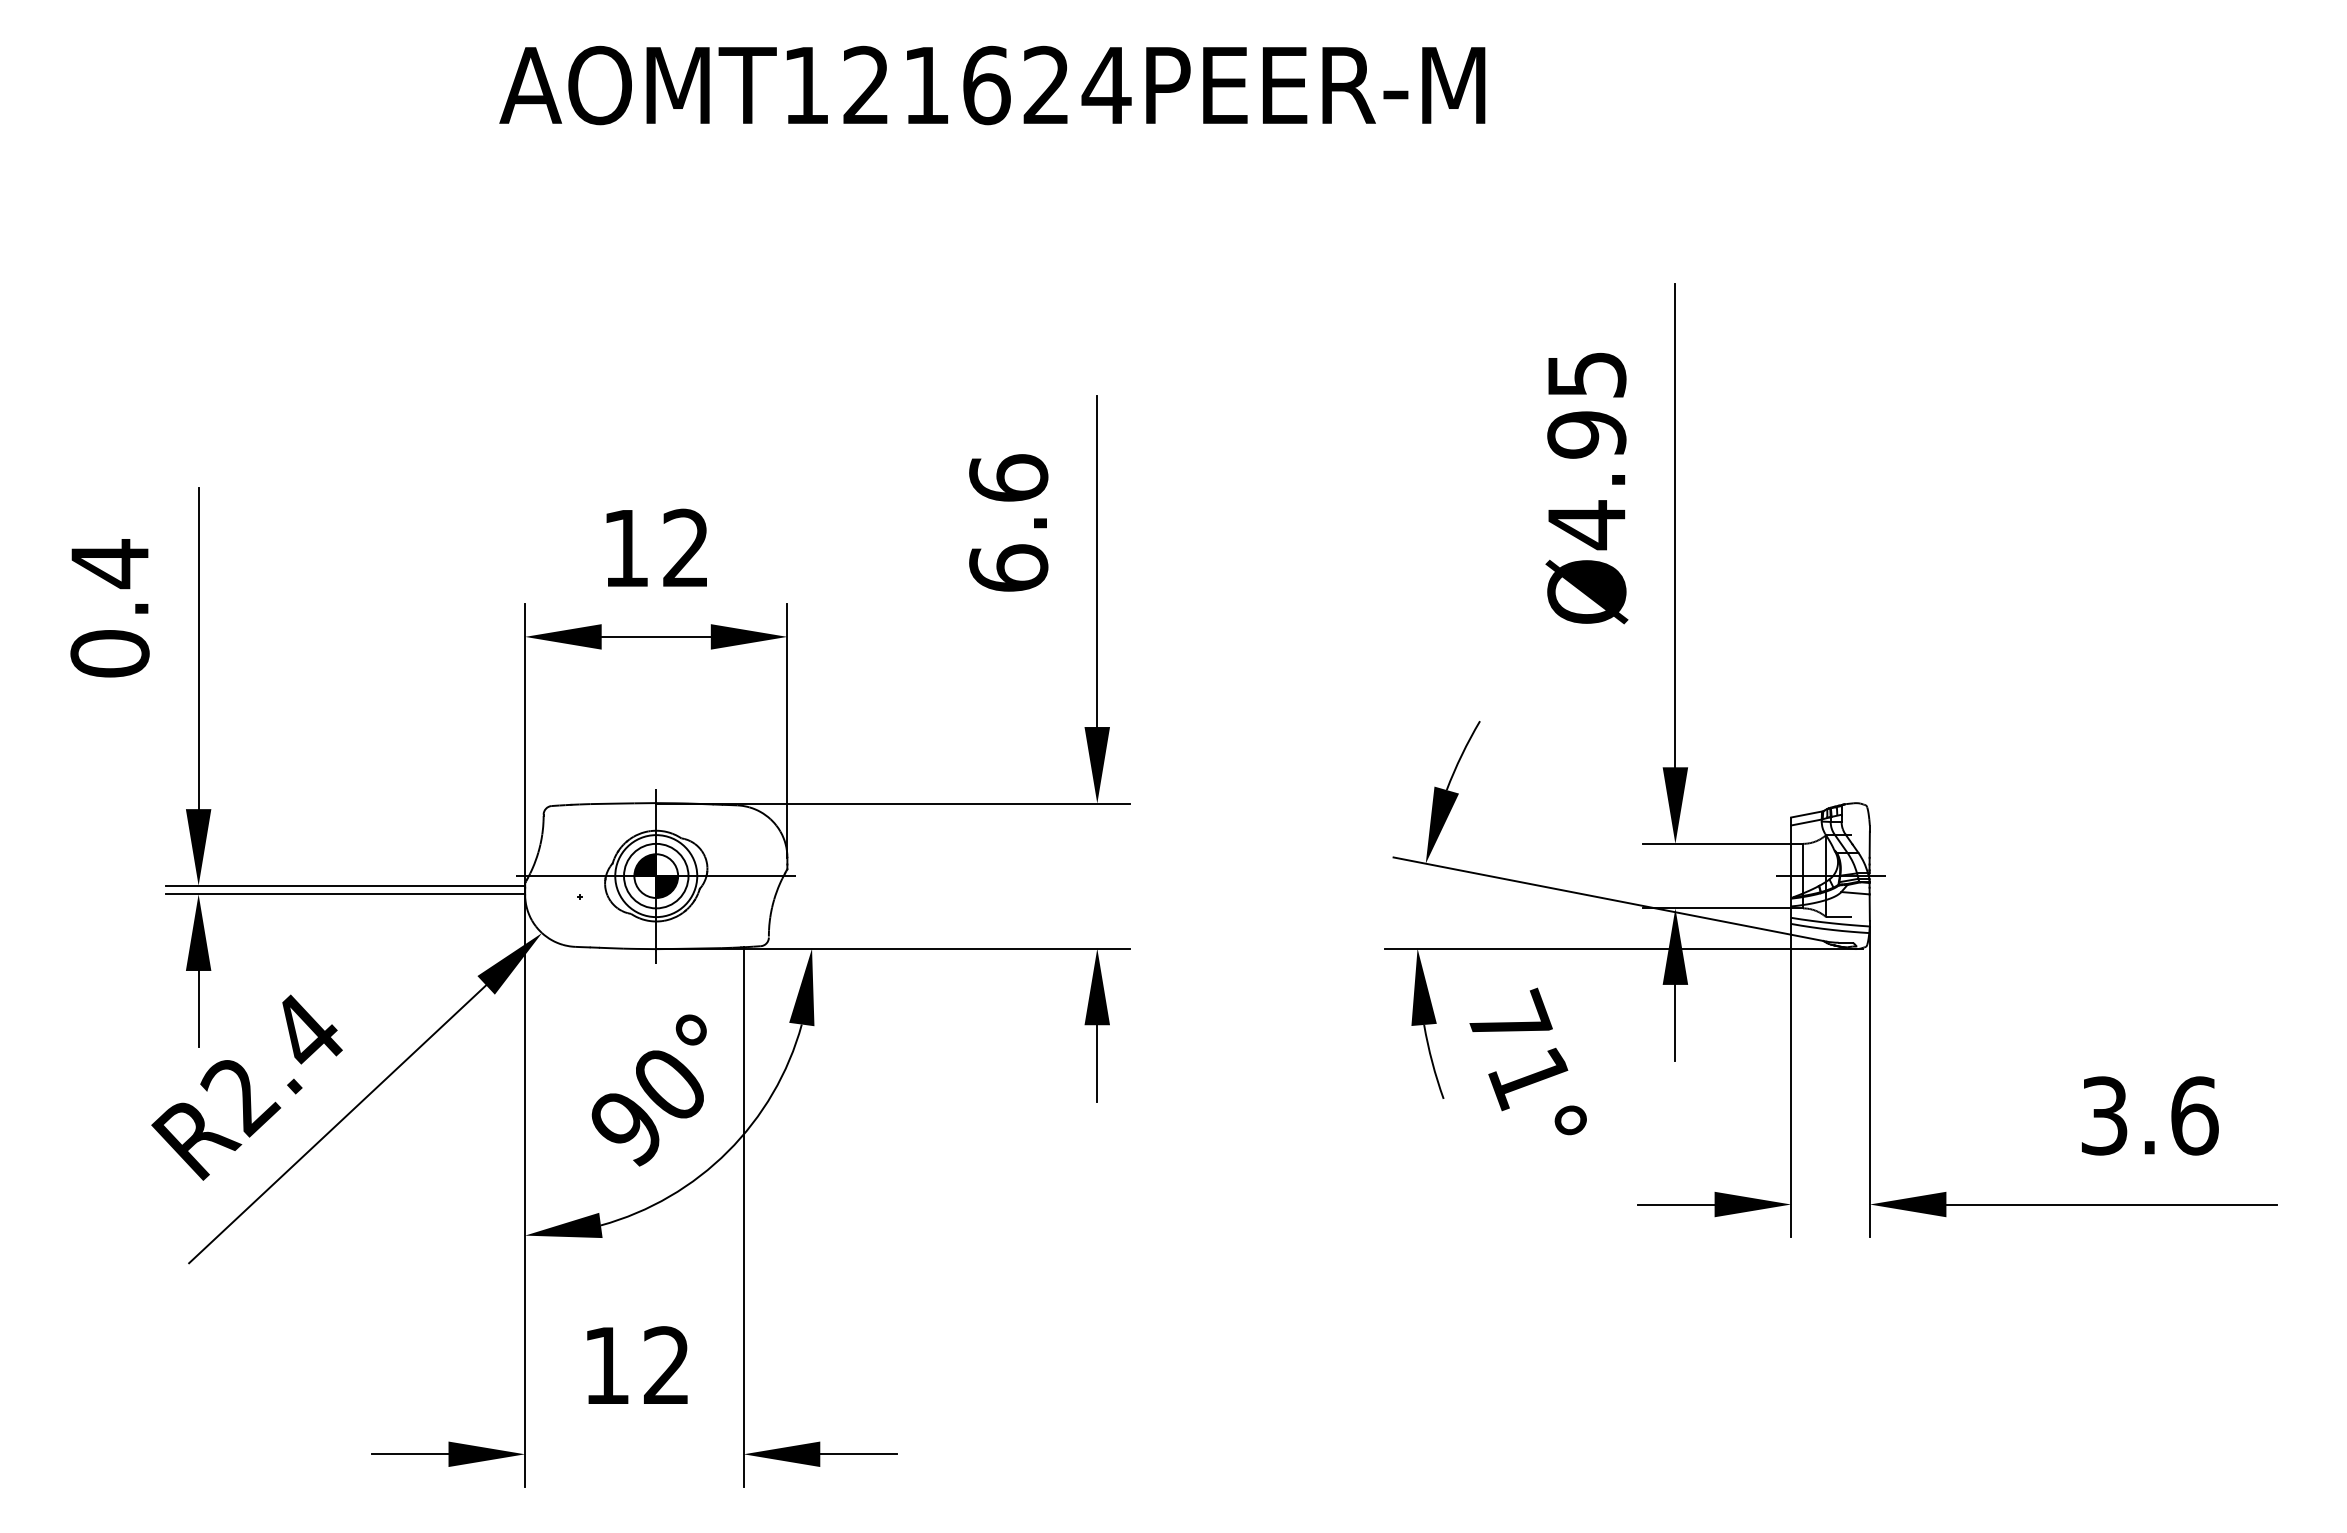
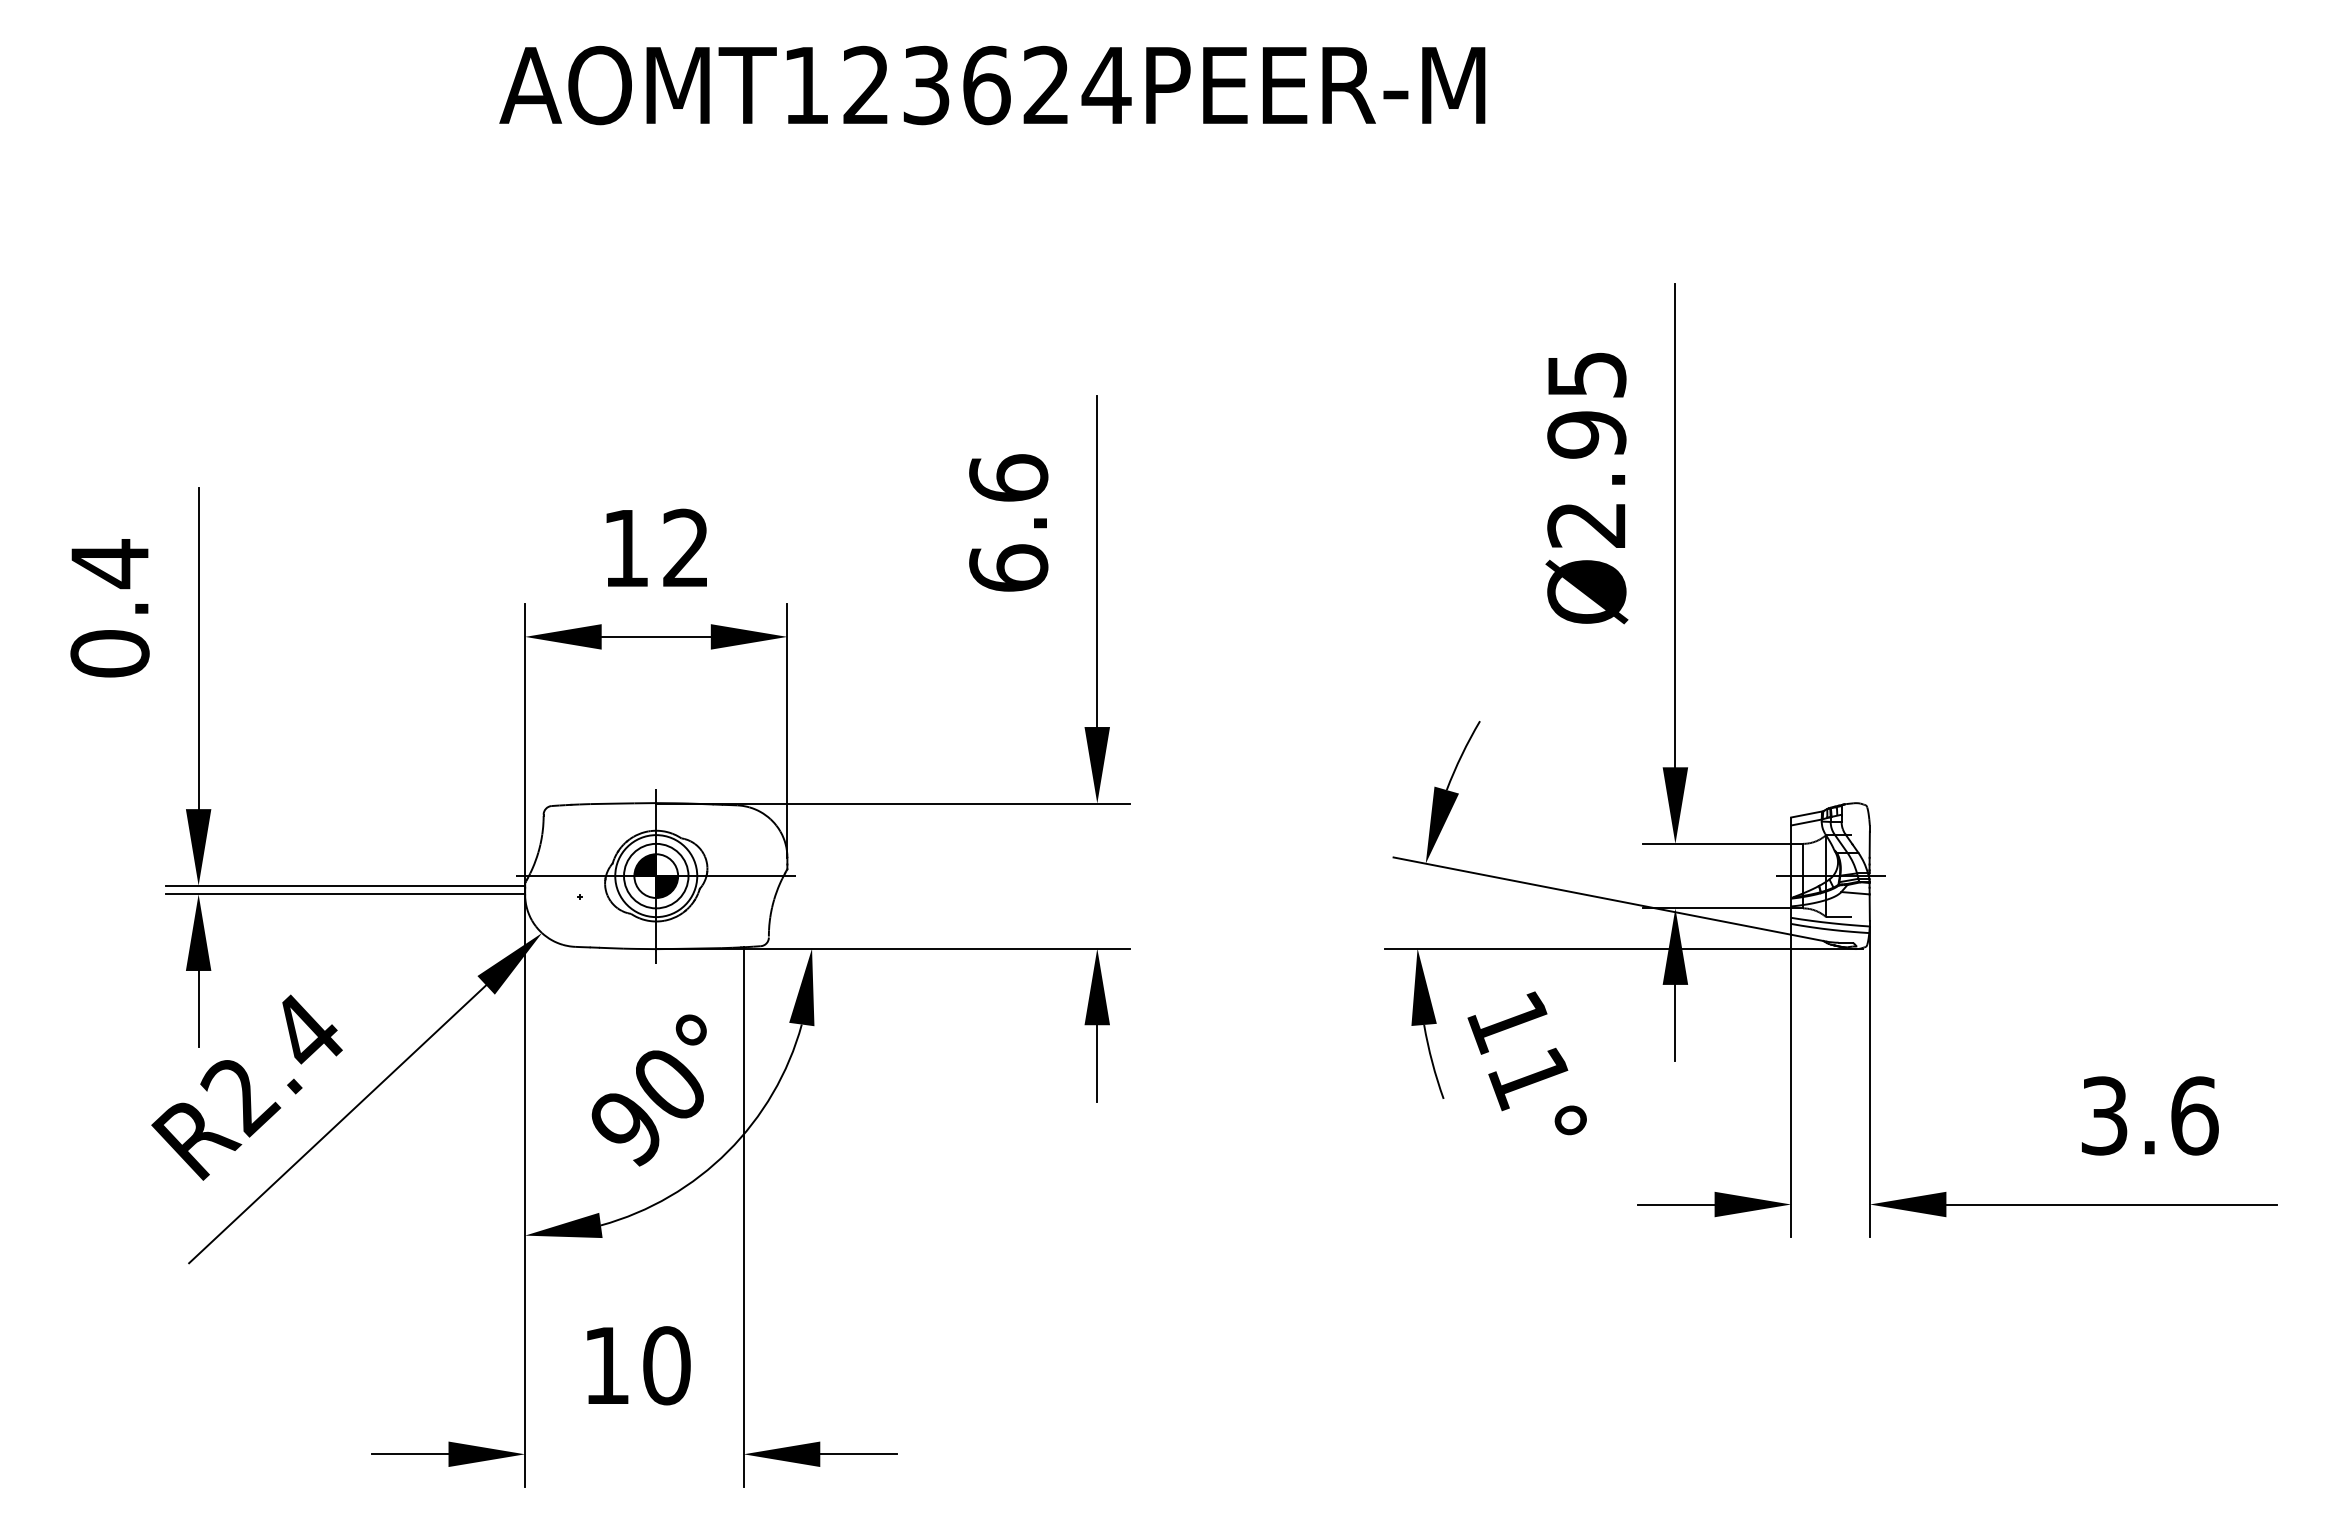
text at (926, 85): AOMT121624PEER-M -> AOMT123624PEER-M
text at (1586, 525): Ø4.95 -> Ø2.95
text at (1509, 1020): 71° -> 11°
text at (666, 1365): 12 -> 10
